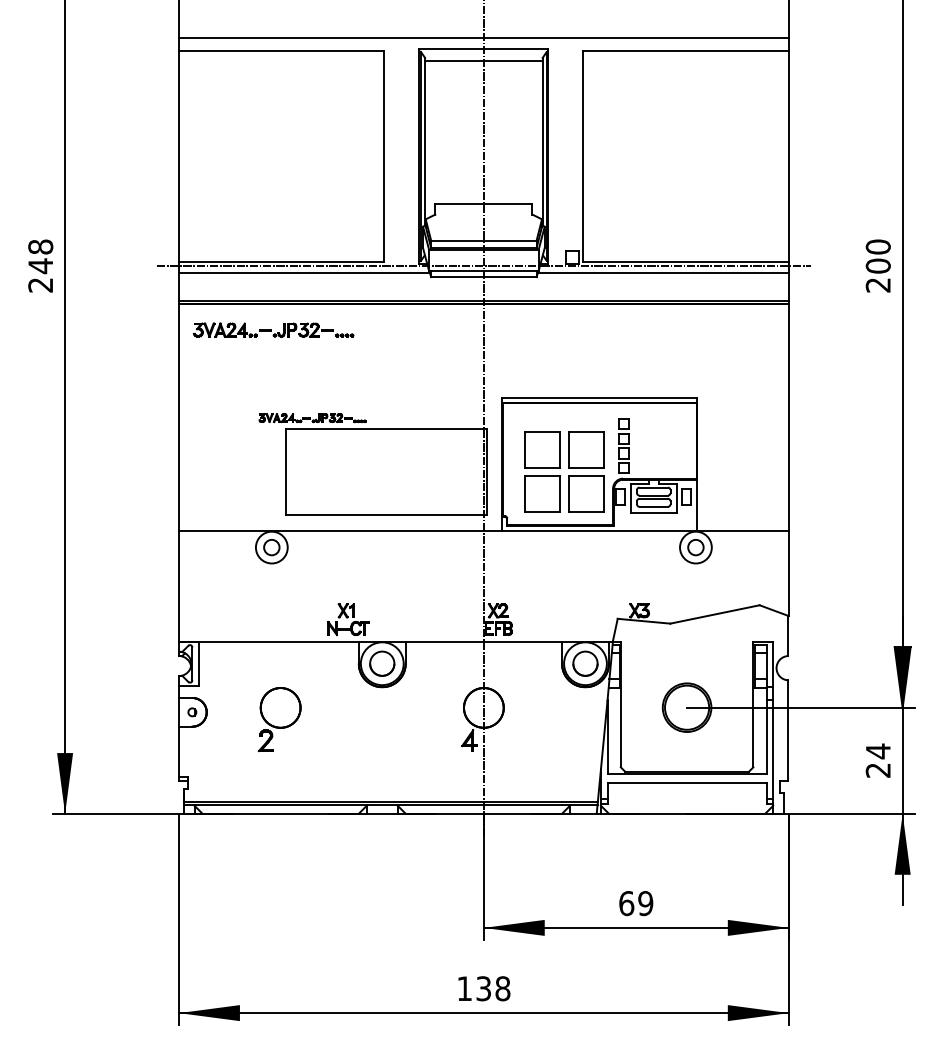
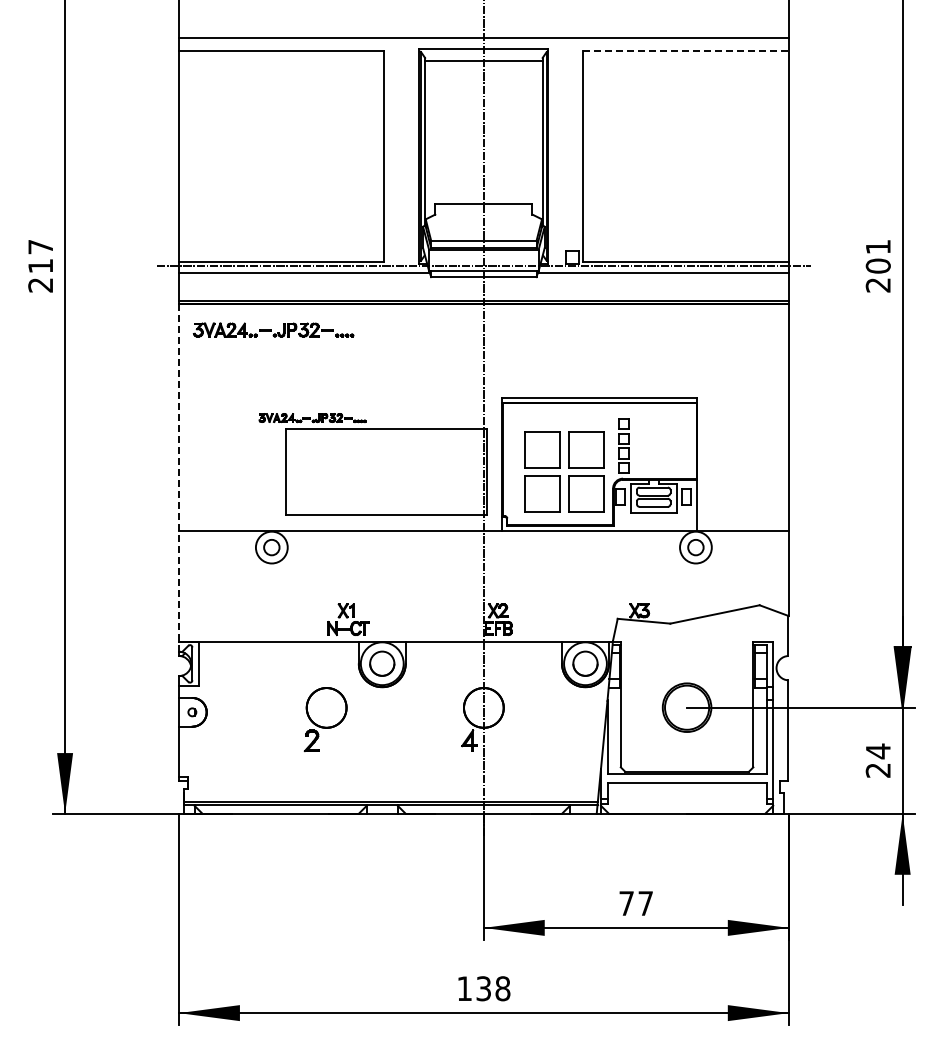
line at (685, 50): solid -> dashed
text at (877, 246): 200 -> 201
text at (40, 256): 248 -> 217
line at (179, 477): solid -> dashed
part at (279, 719) position: (279, 719) -> (325, 719)
text at (636, 903): 69 -> 77
